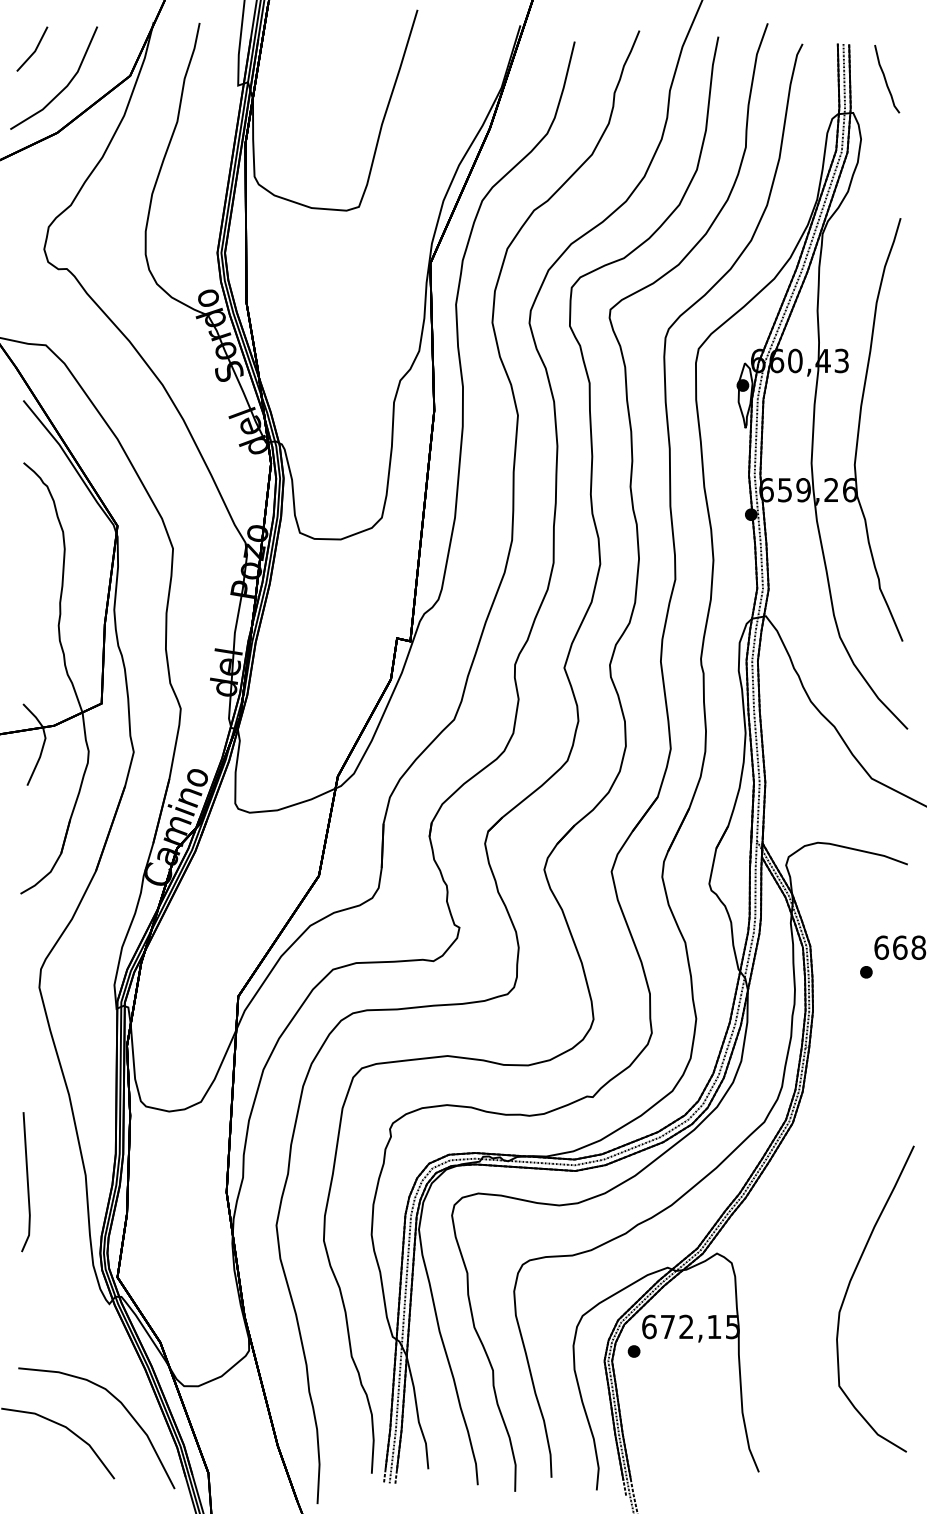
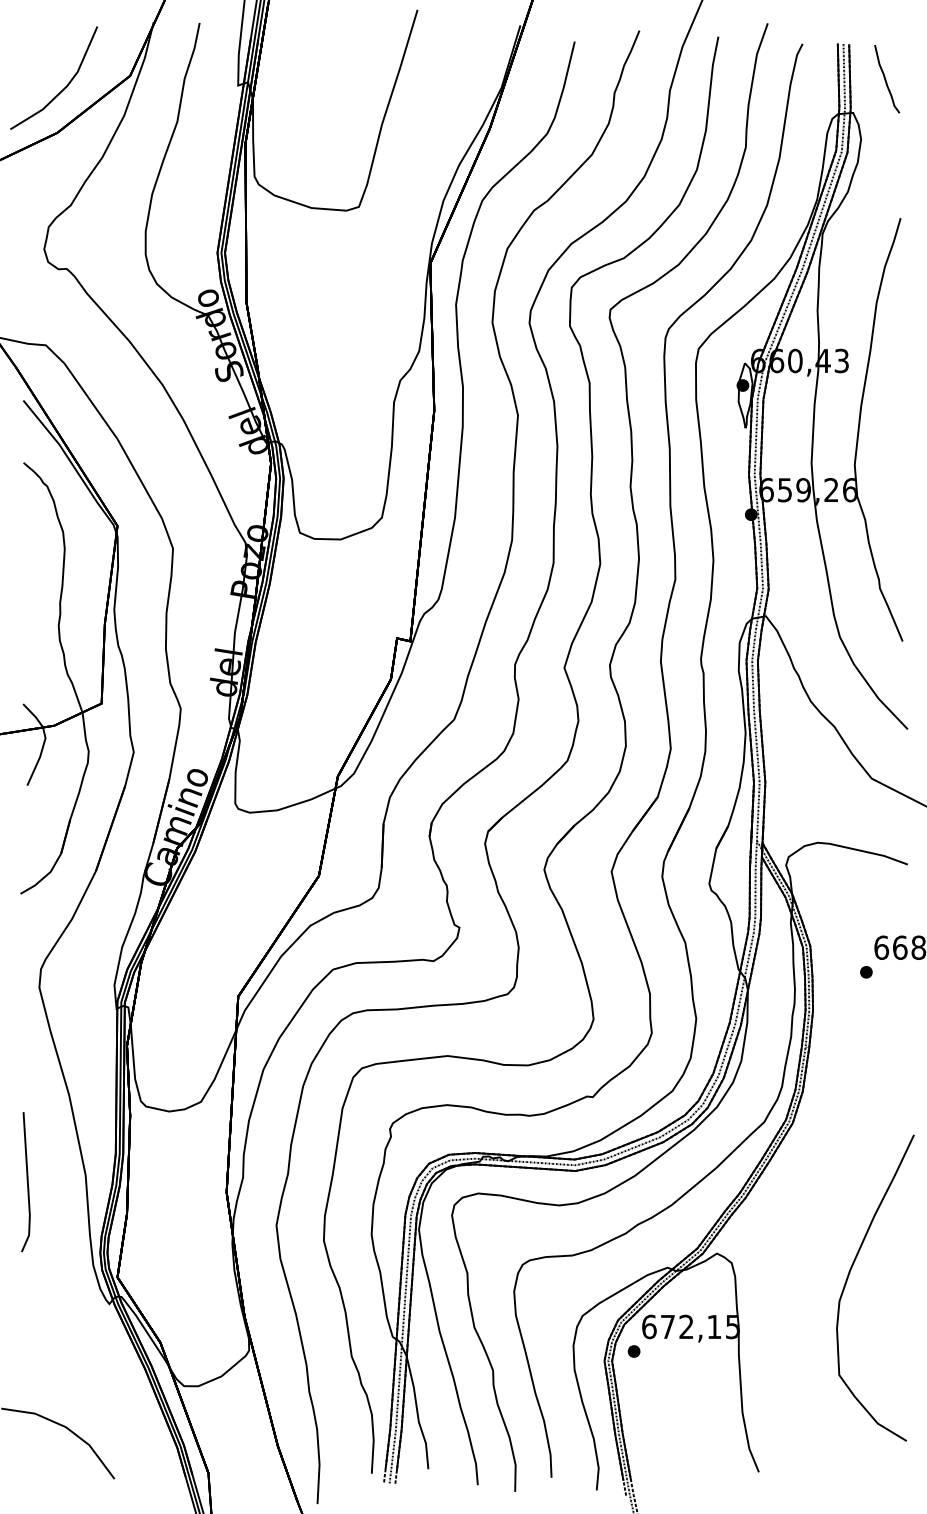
line at (34, 50): present -> none
curve at (848, 1289) position: (848, 1289) -> (848, 1278)
curve at (122, 1406): present -> none
